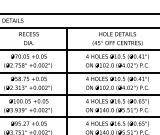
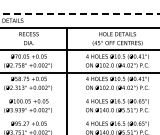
line at (80, 14): solid -> dashed
line at (79, 95): present -> none
line at (79, 117): present -> none
